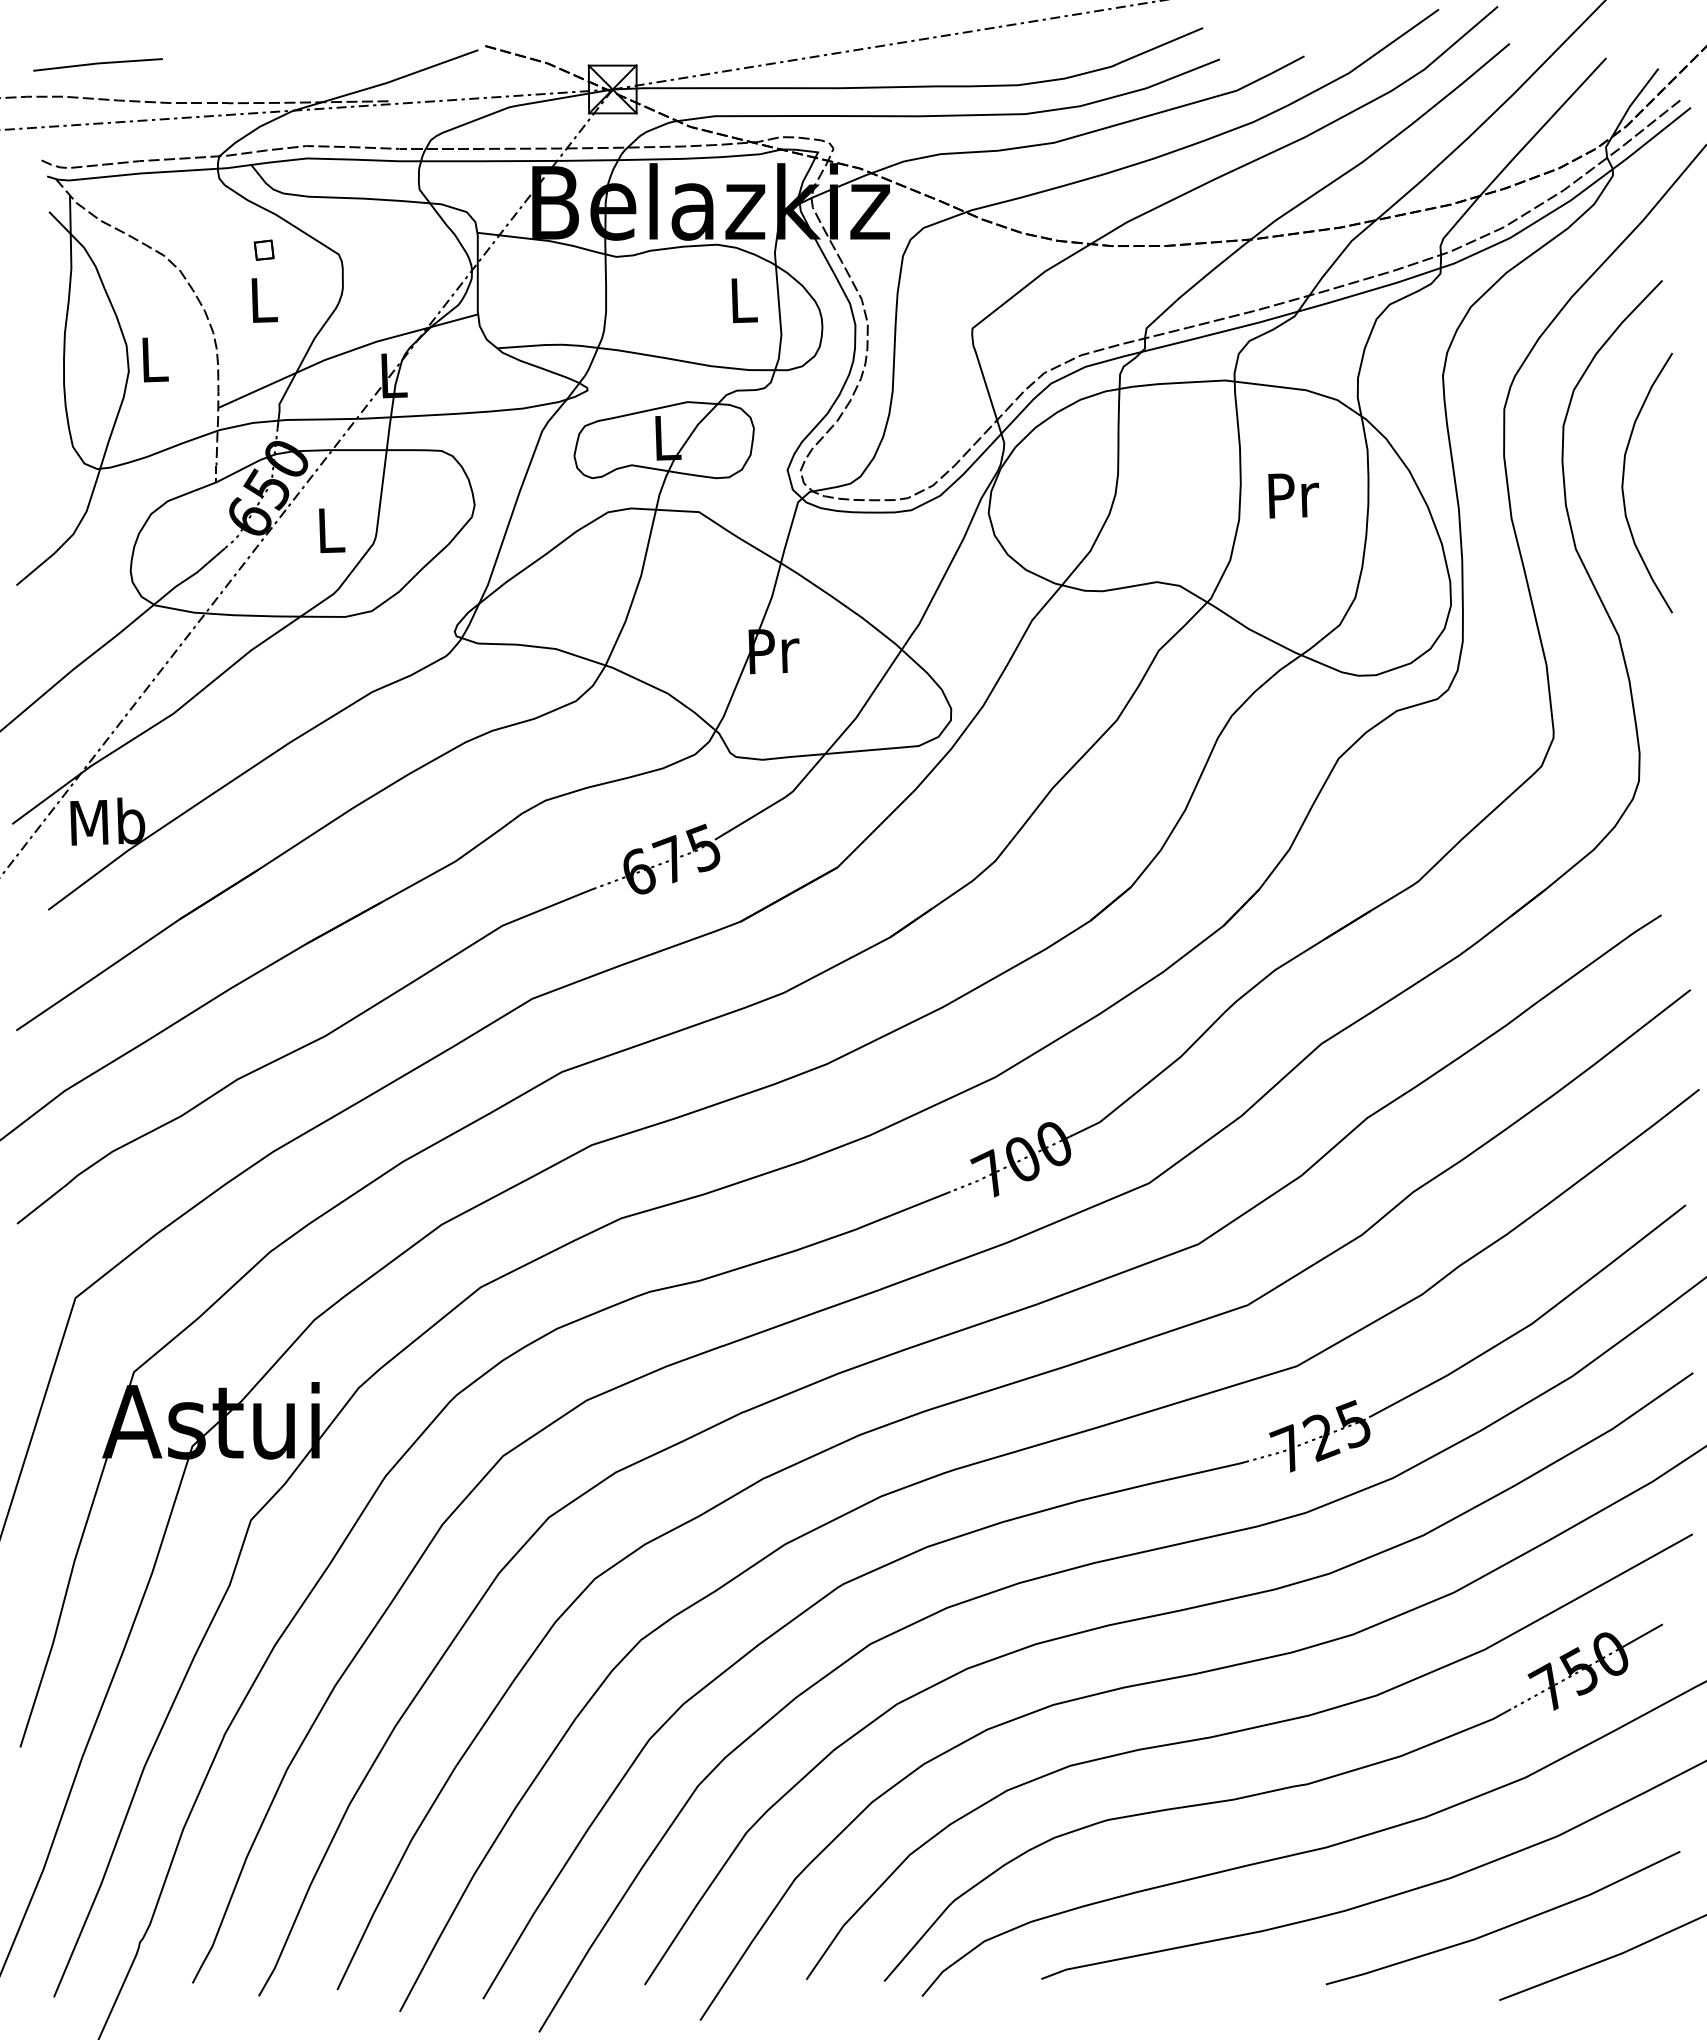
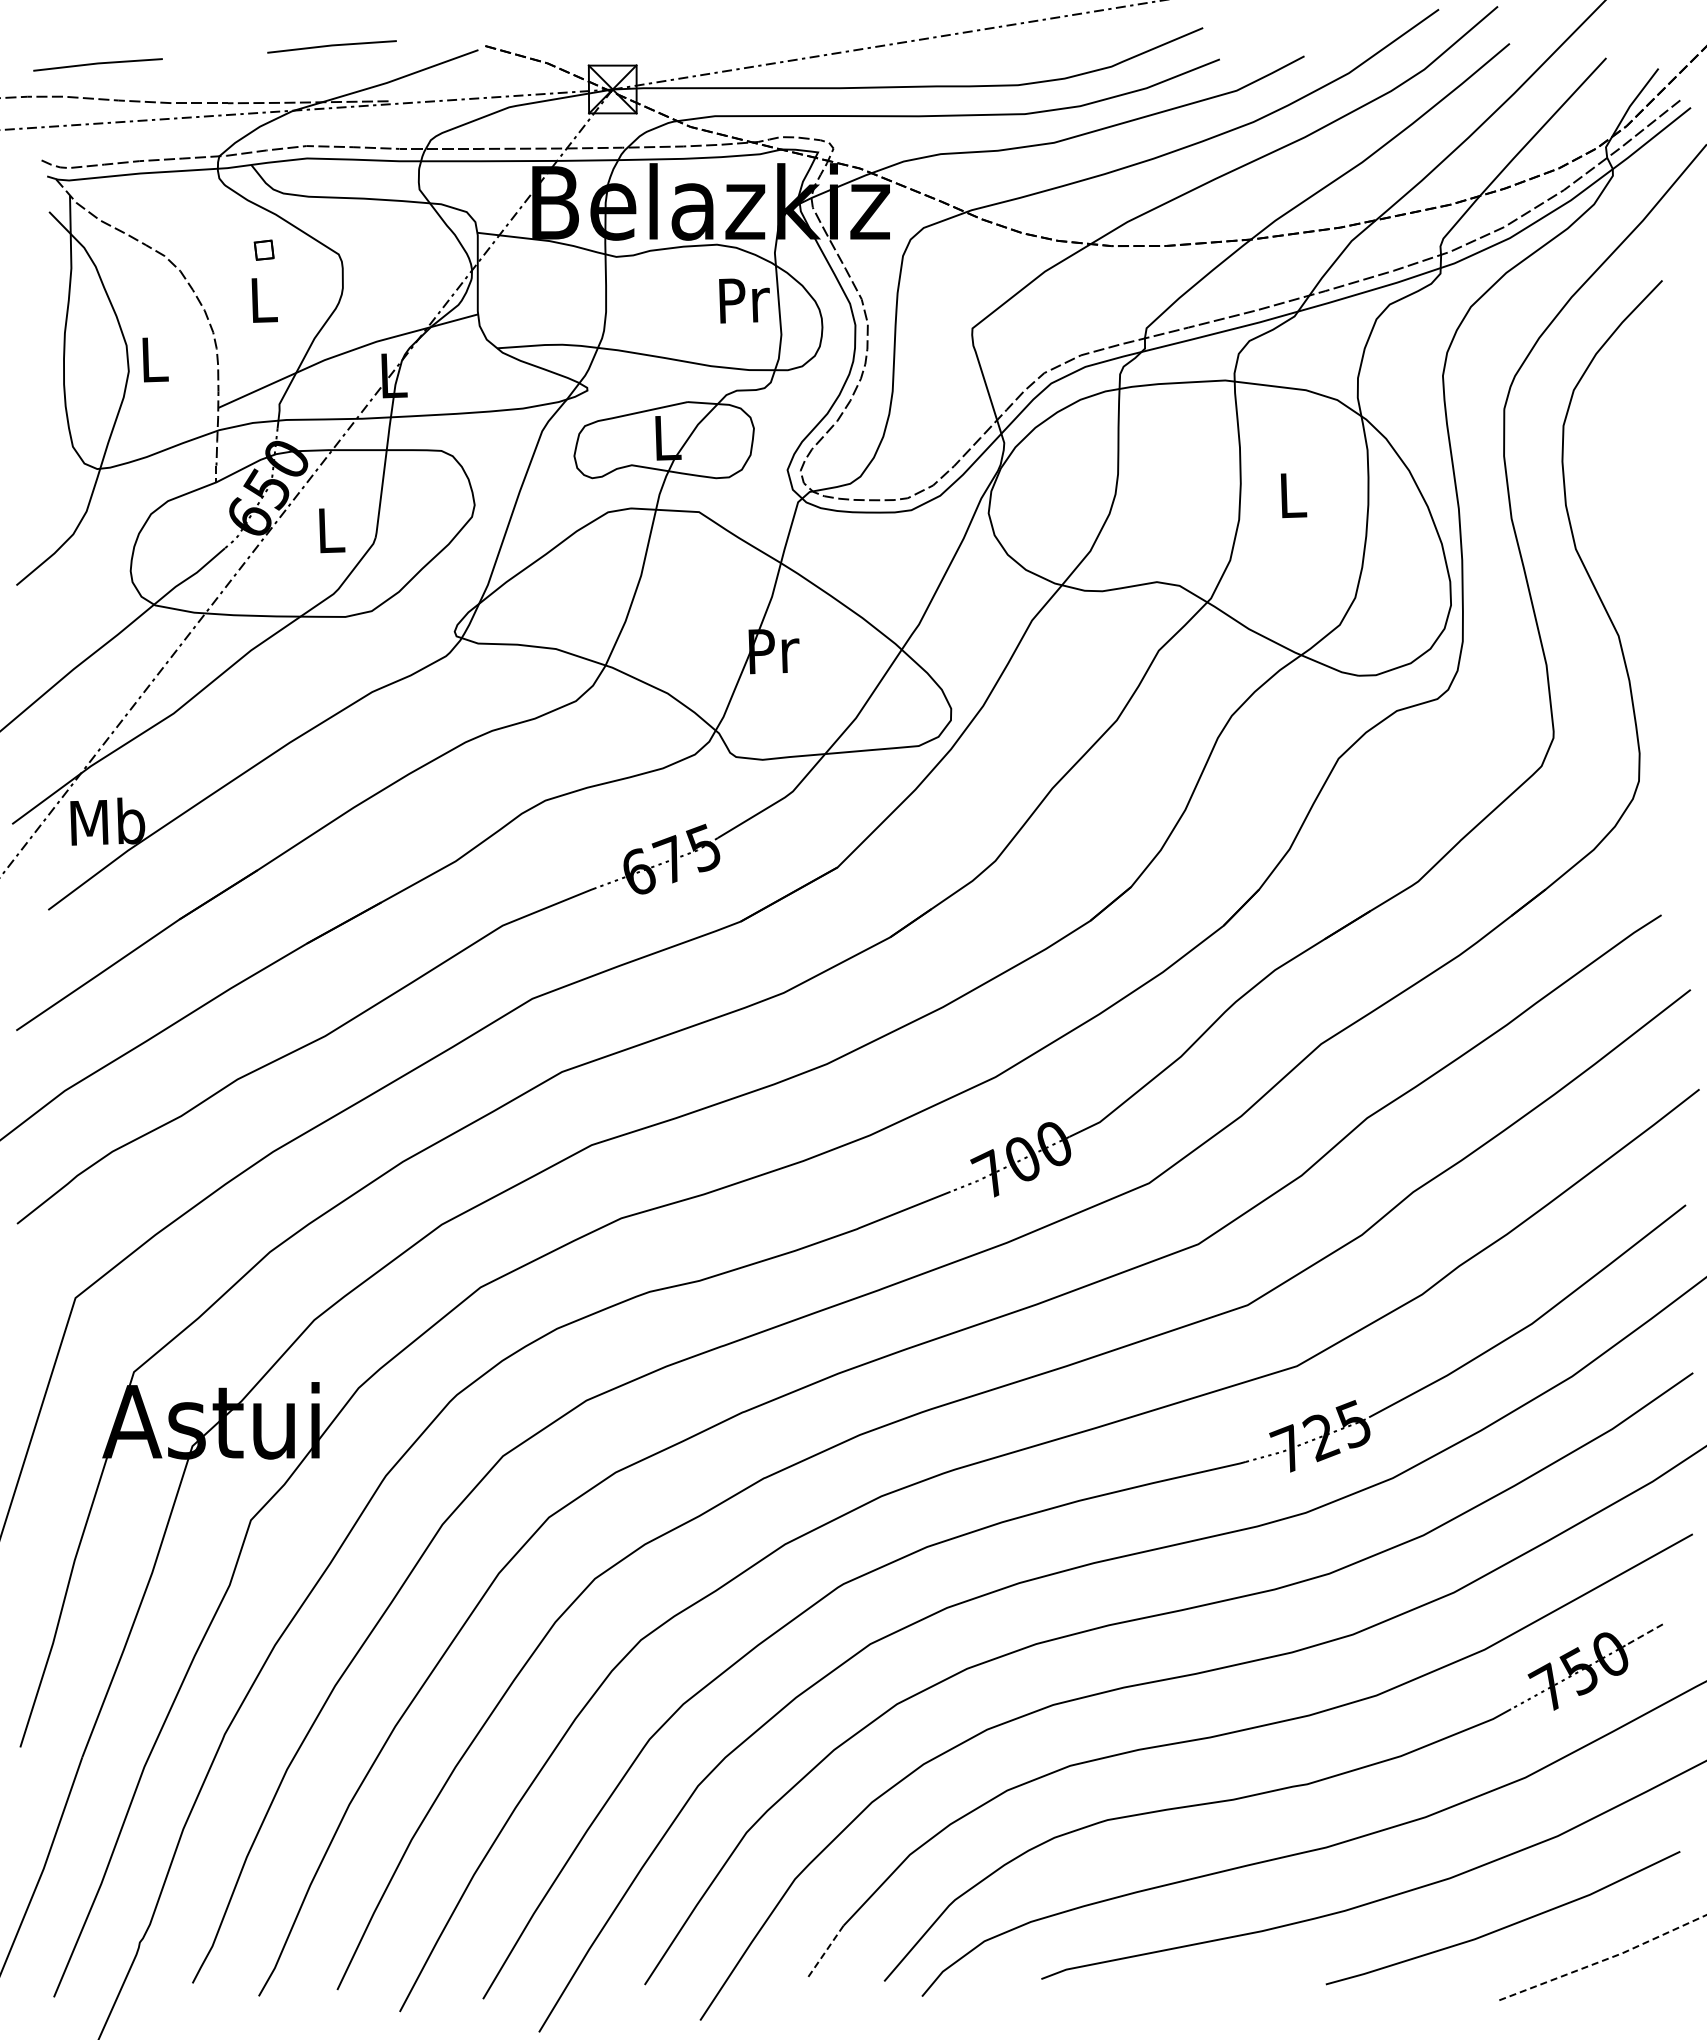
line at (331, 46): none -> present
text at (744, 300): L -> Pr
curve at (1624, 476): present -> none
text at (1293, 495): Pr -> L
line at (1643, 1635): solid -> dashed
line at (824, 1952): solid -> dashed
line at (1604, 1960): solid -> dashed
